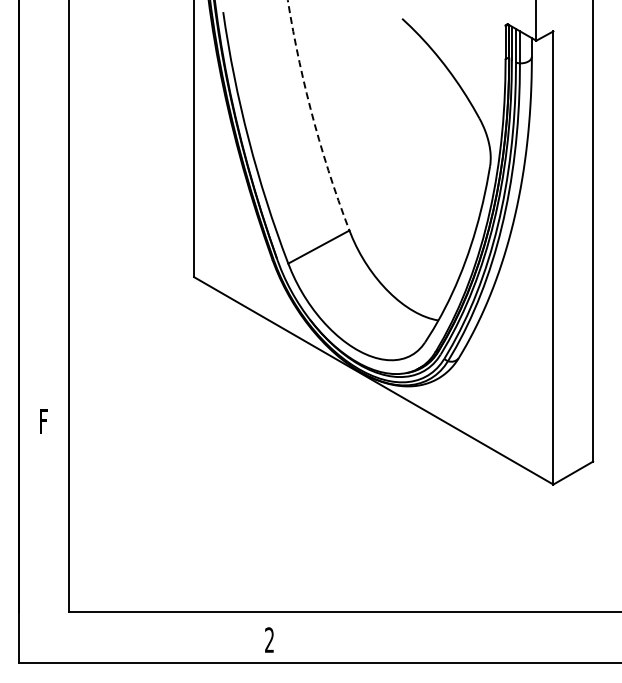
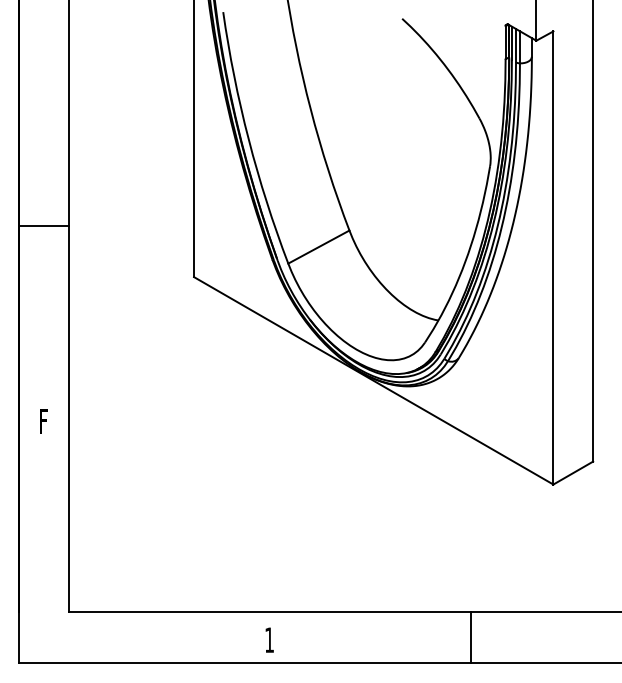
arc at (312, 116): dashed -> solid
line at (43, 225): none -> present
line at (470, 637): none -> present
text at (269, 639): 2 -> 1
